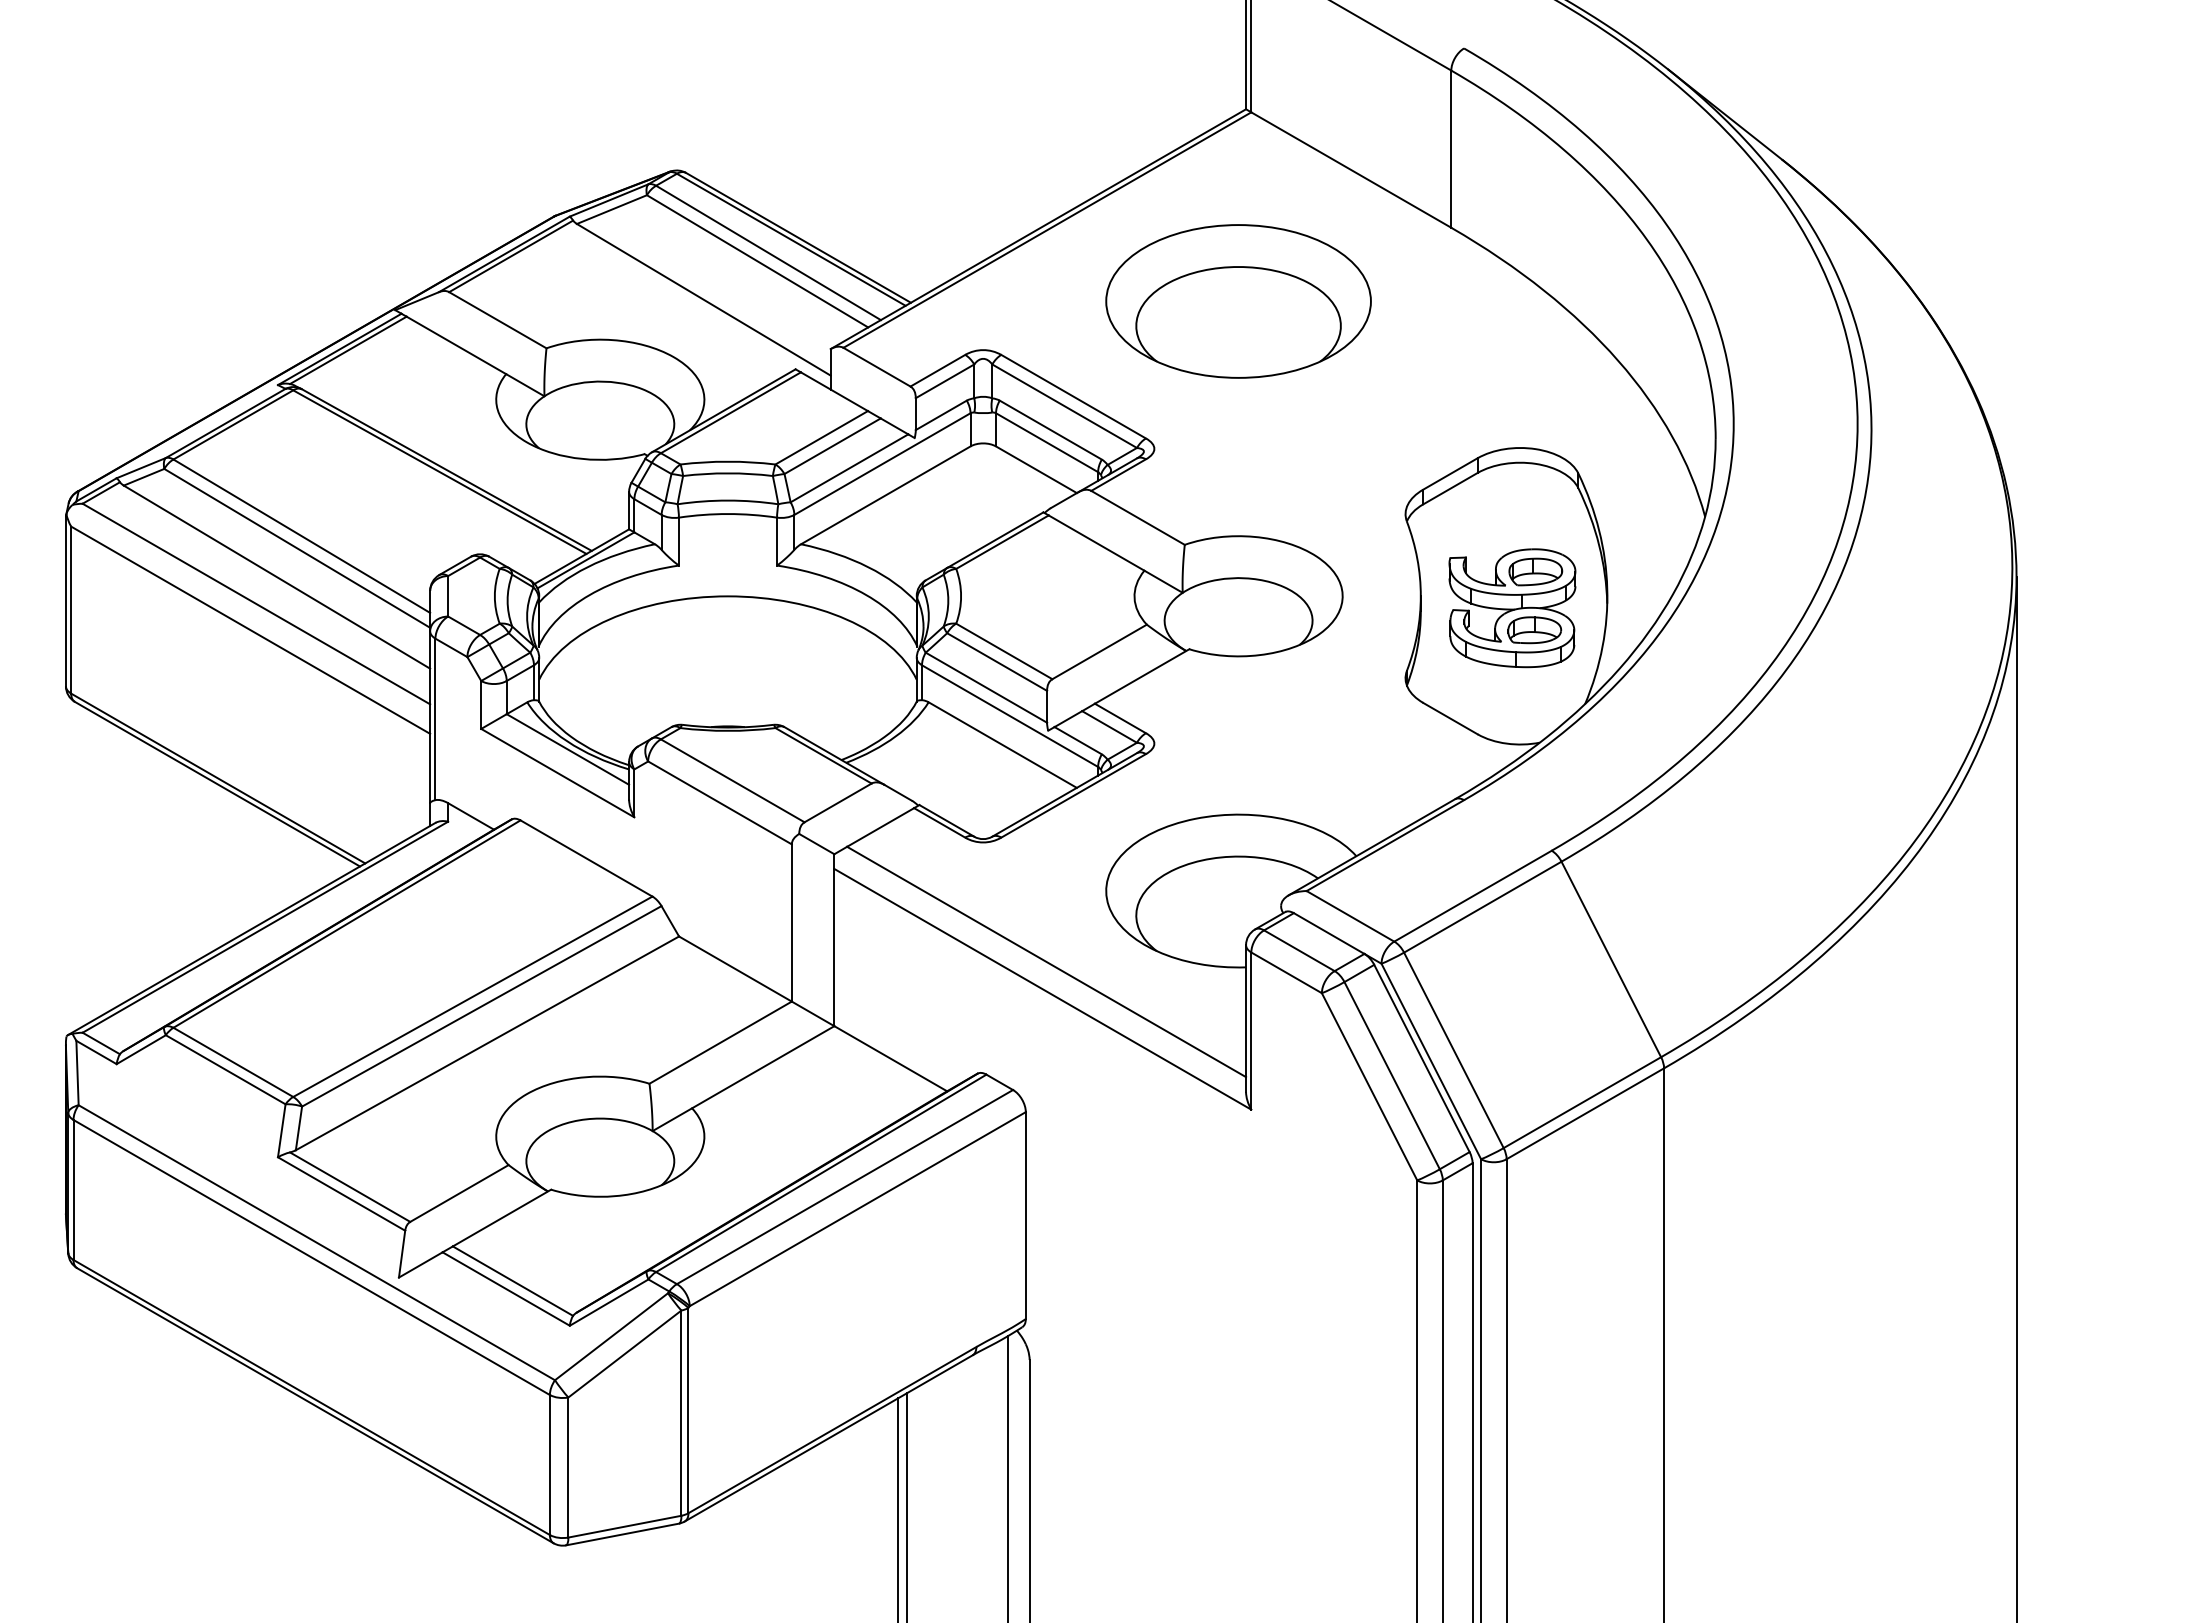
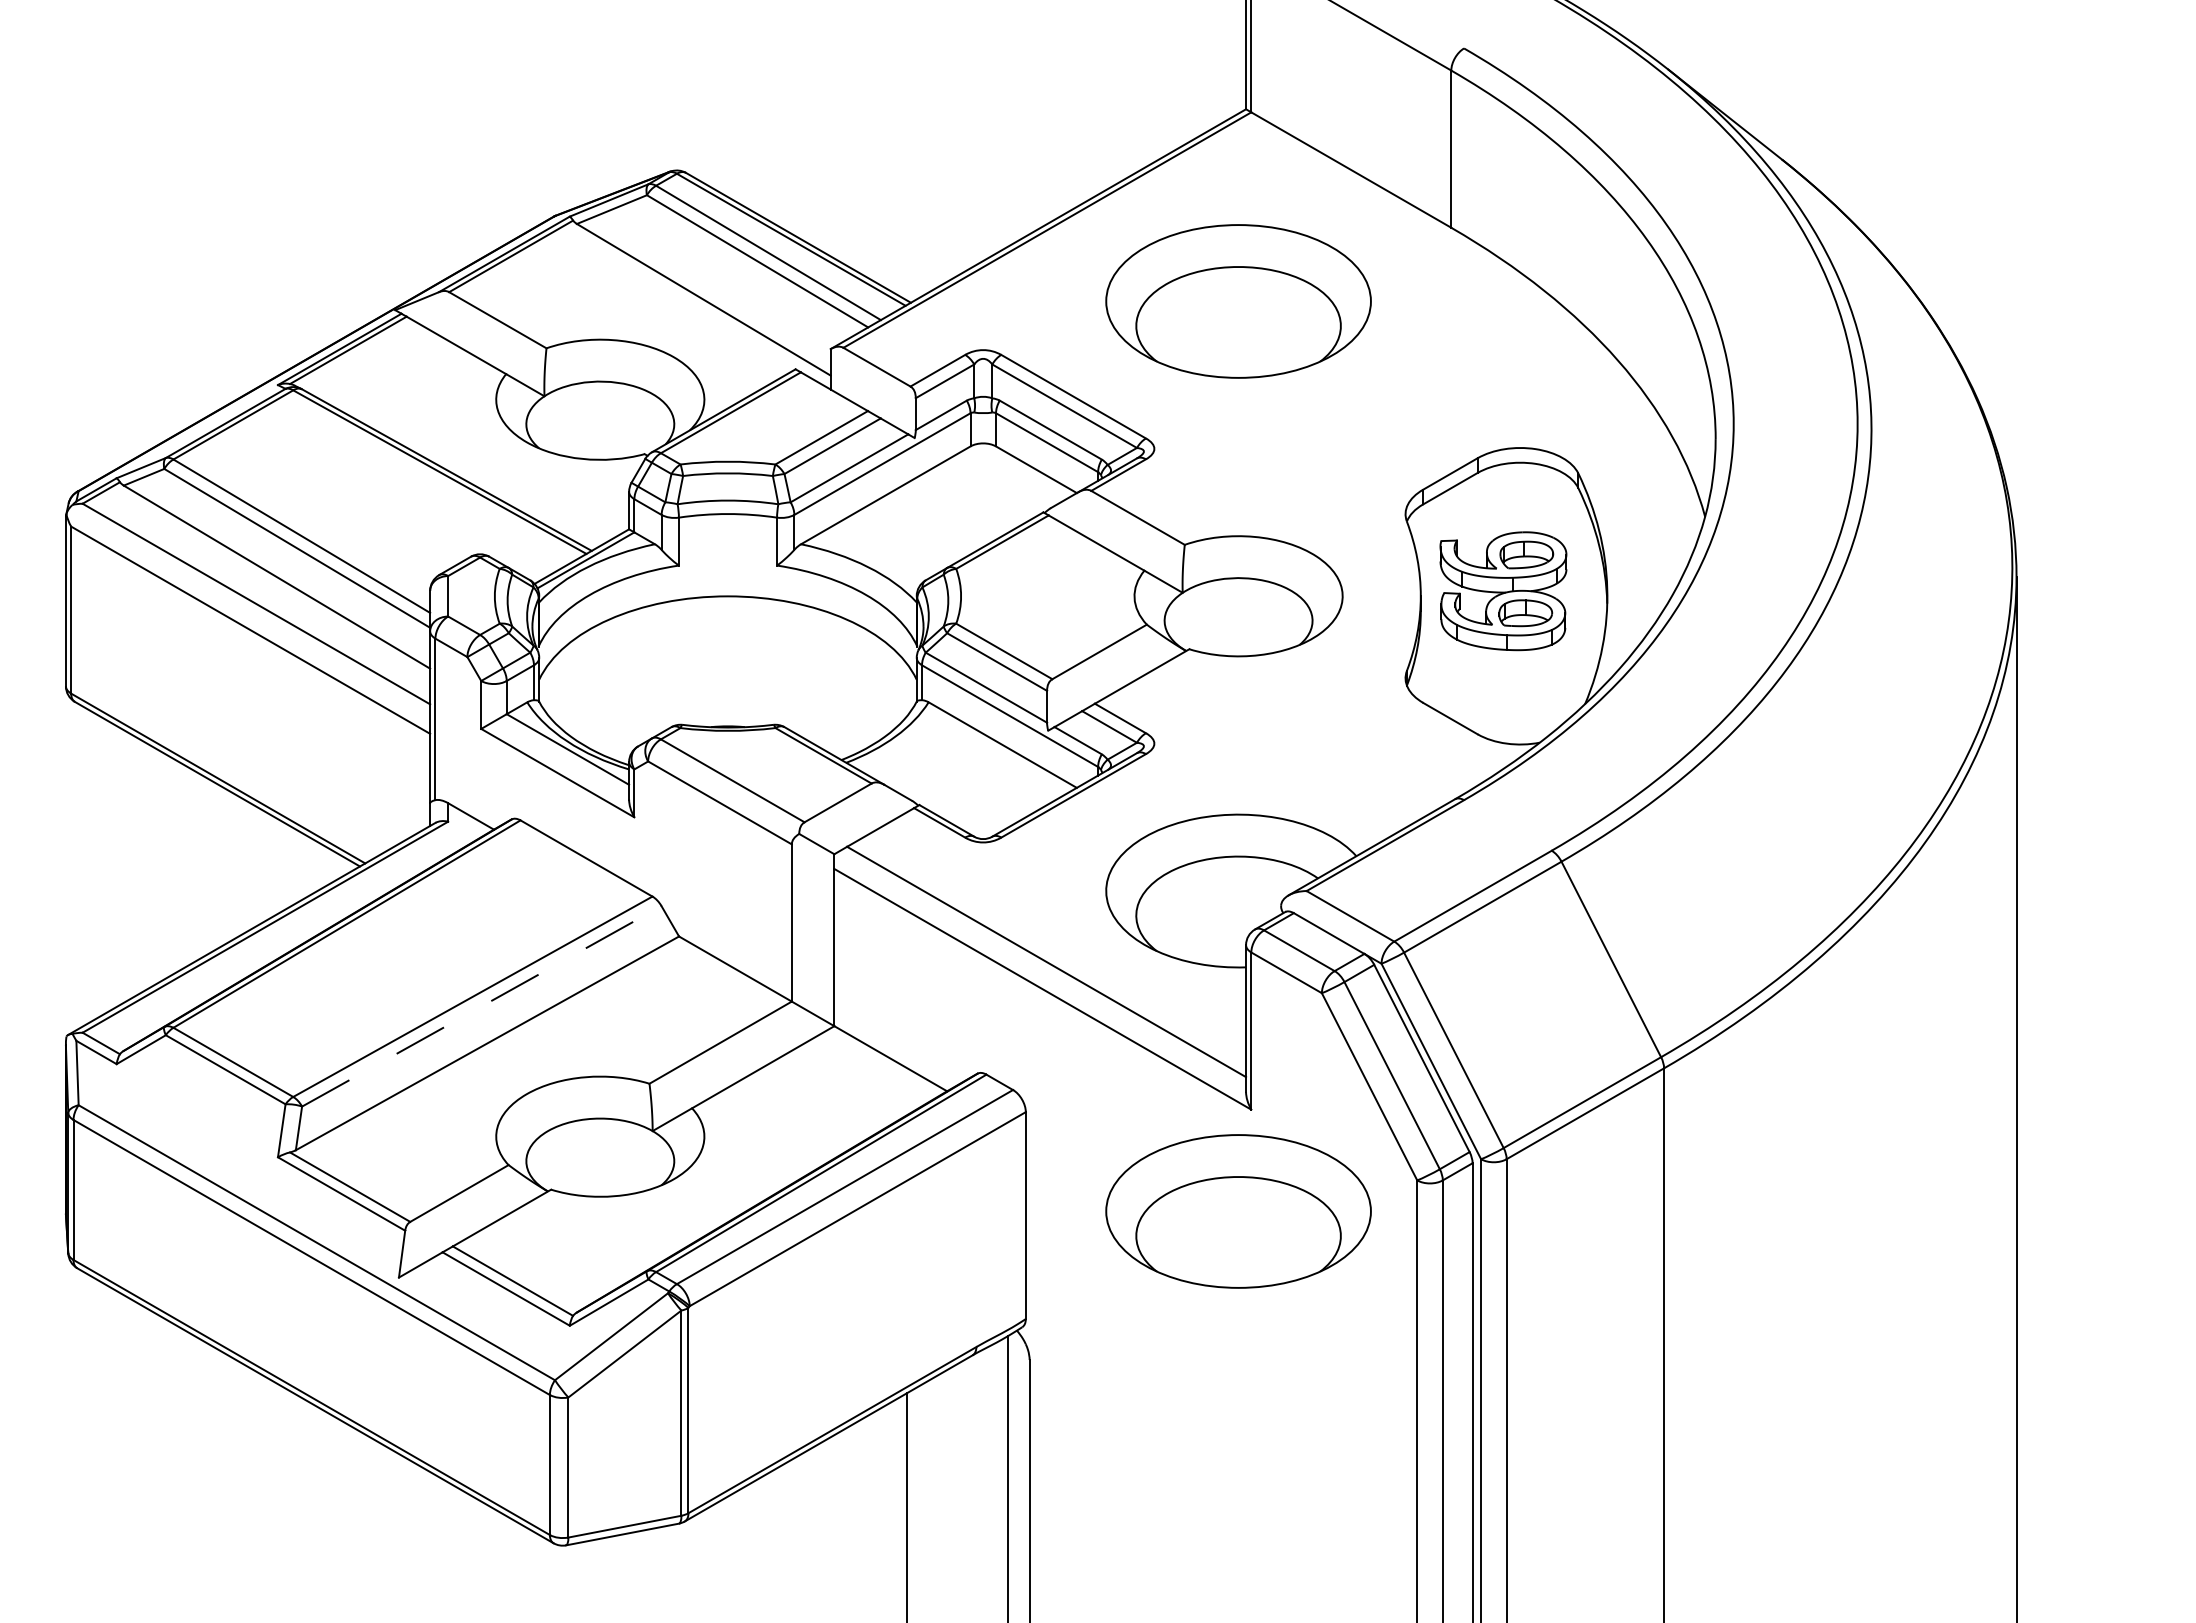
part at (1512, 608) position: (1512, 608) -> (1503, 591)
line at (481, 1006): solid -> dashed
part at (1238, 1211): none -> present
line at (898, 1508): present -> none
